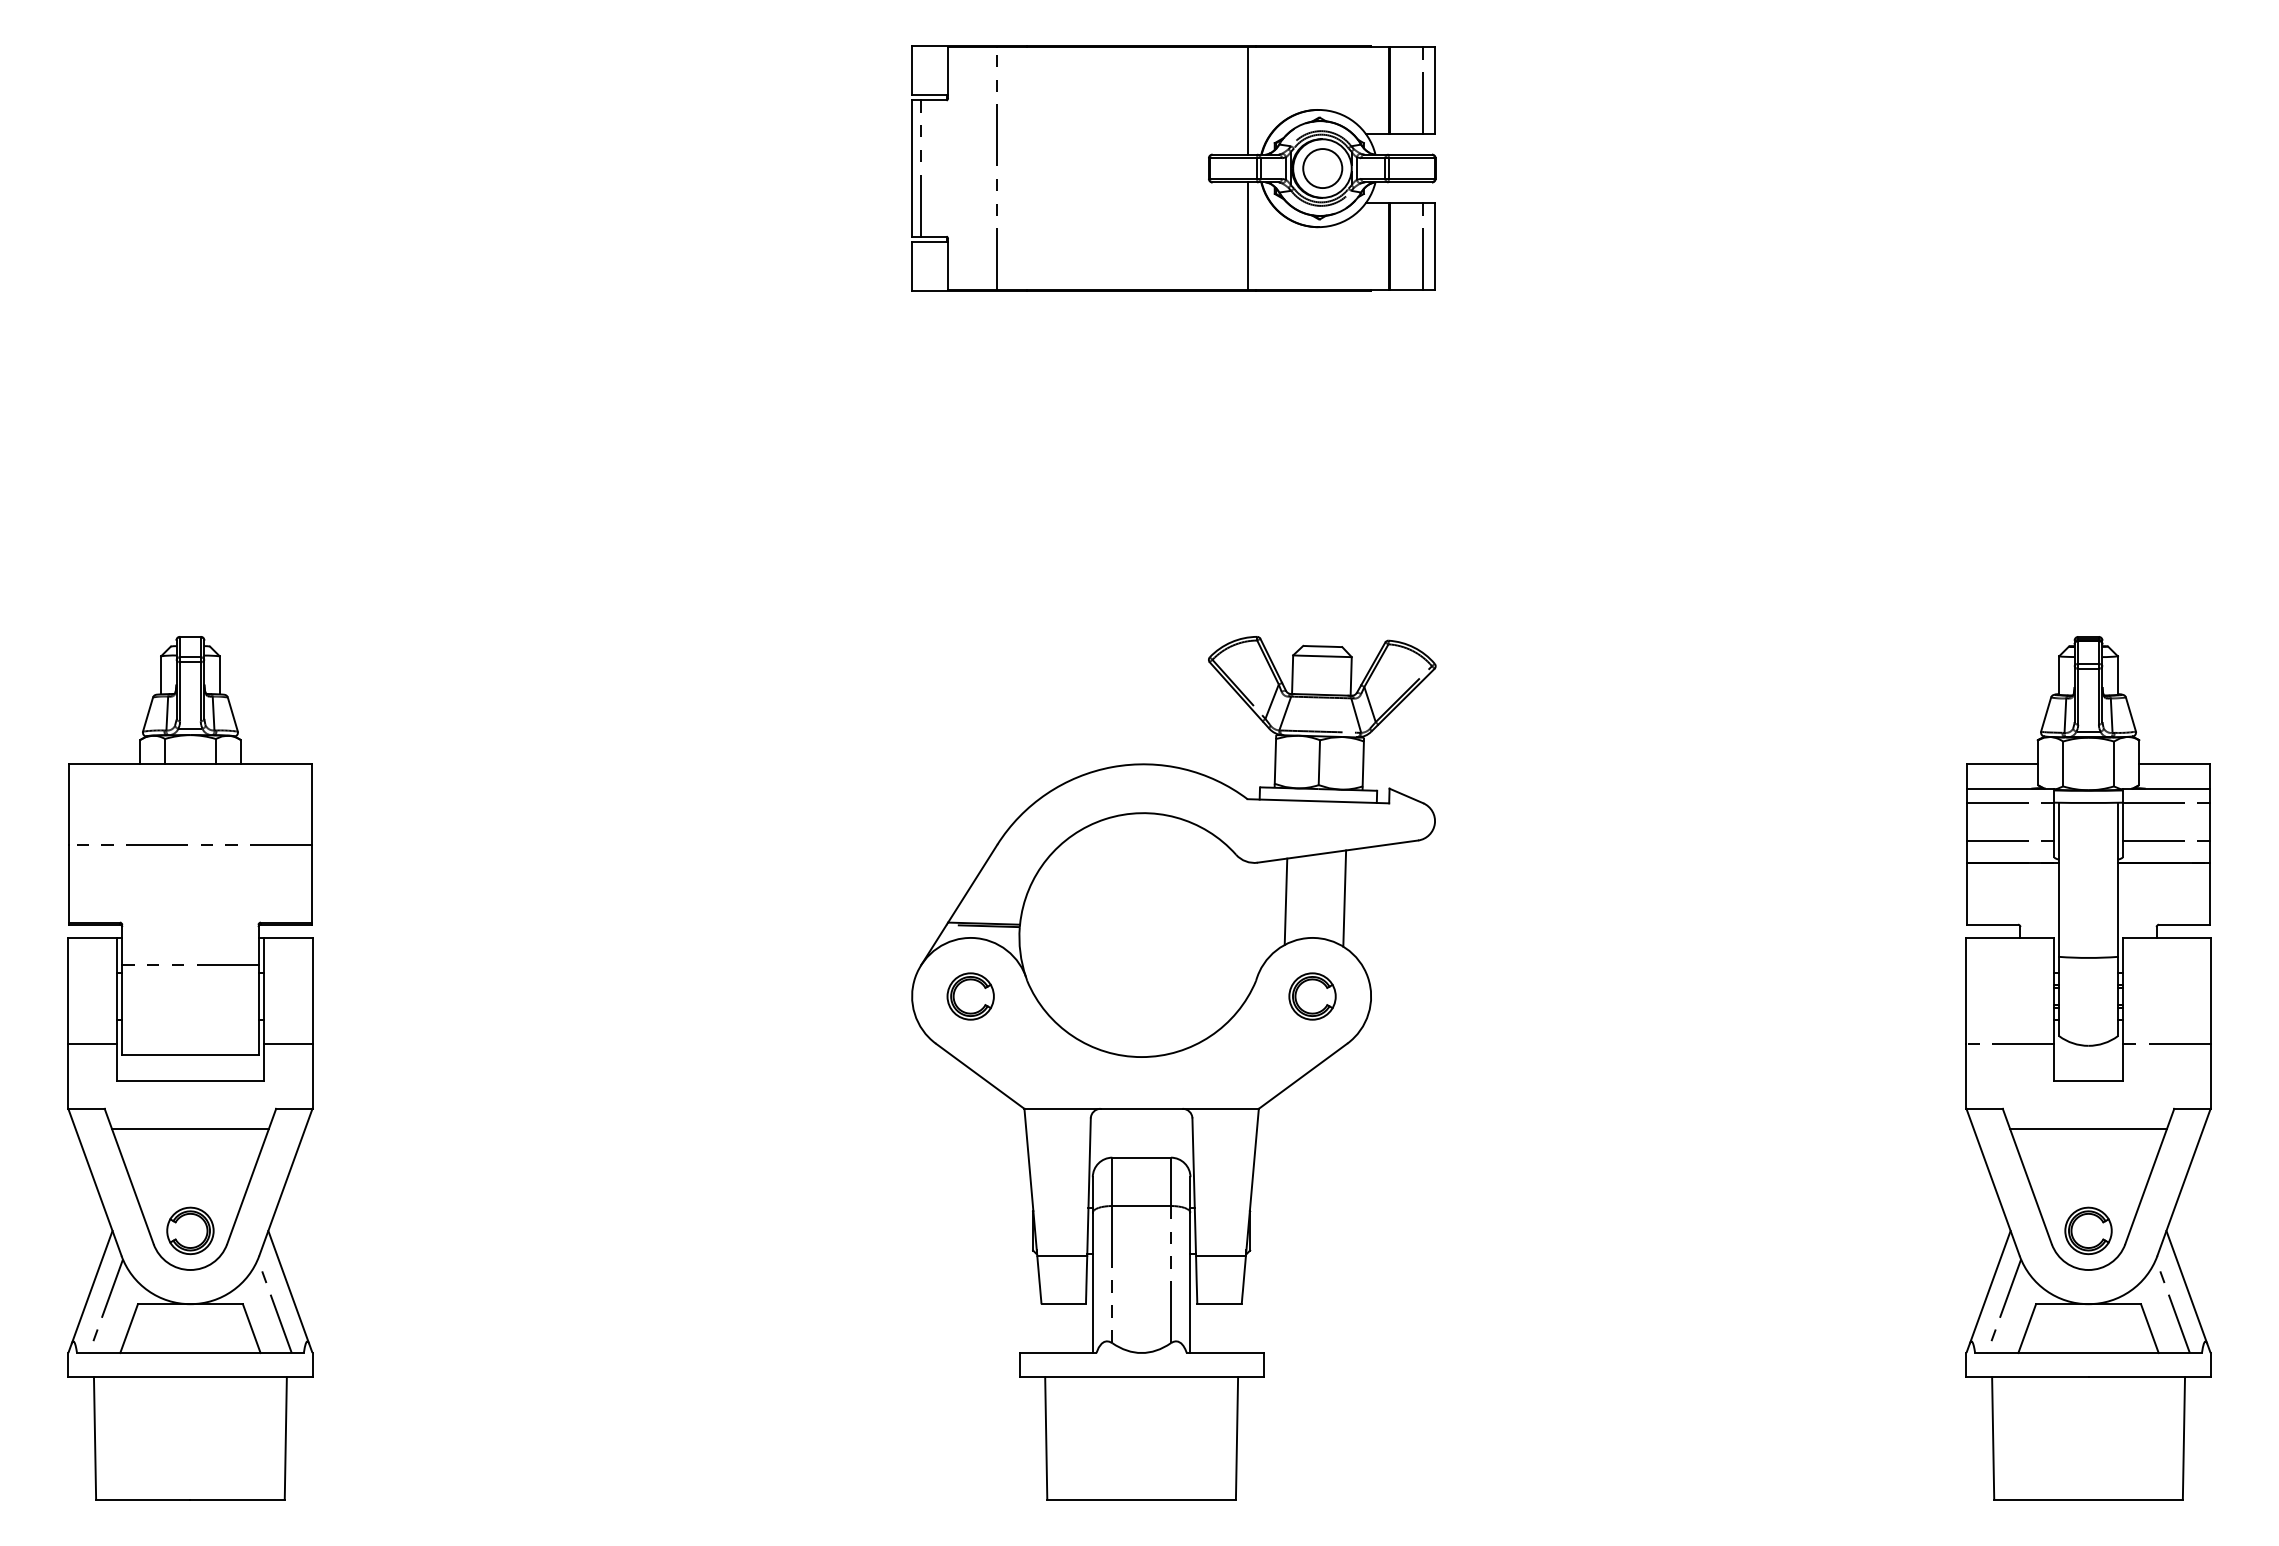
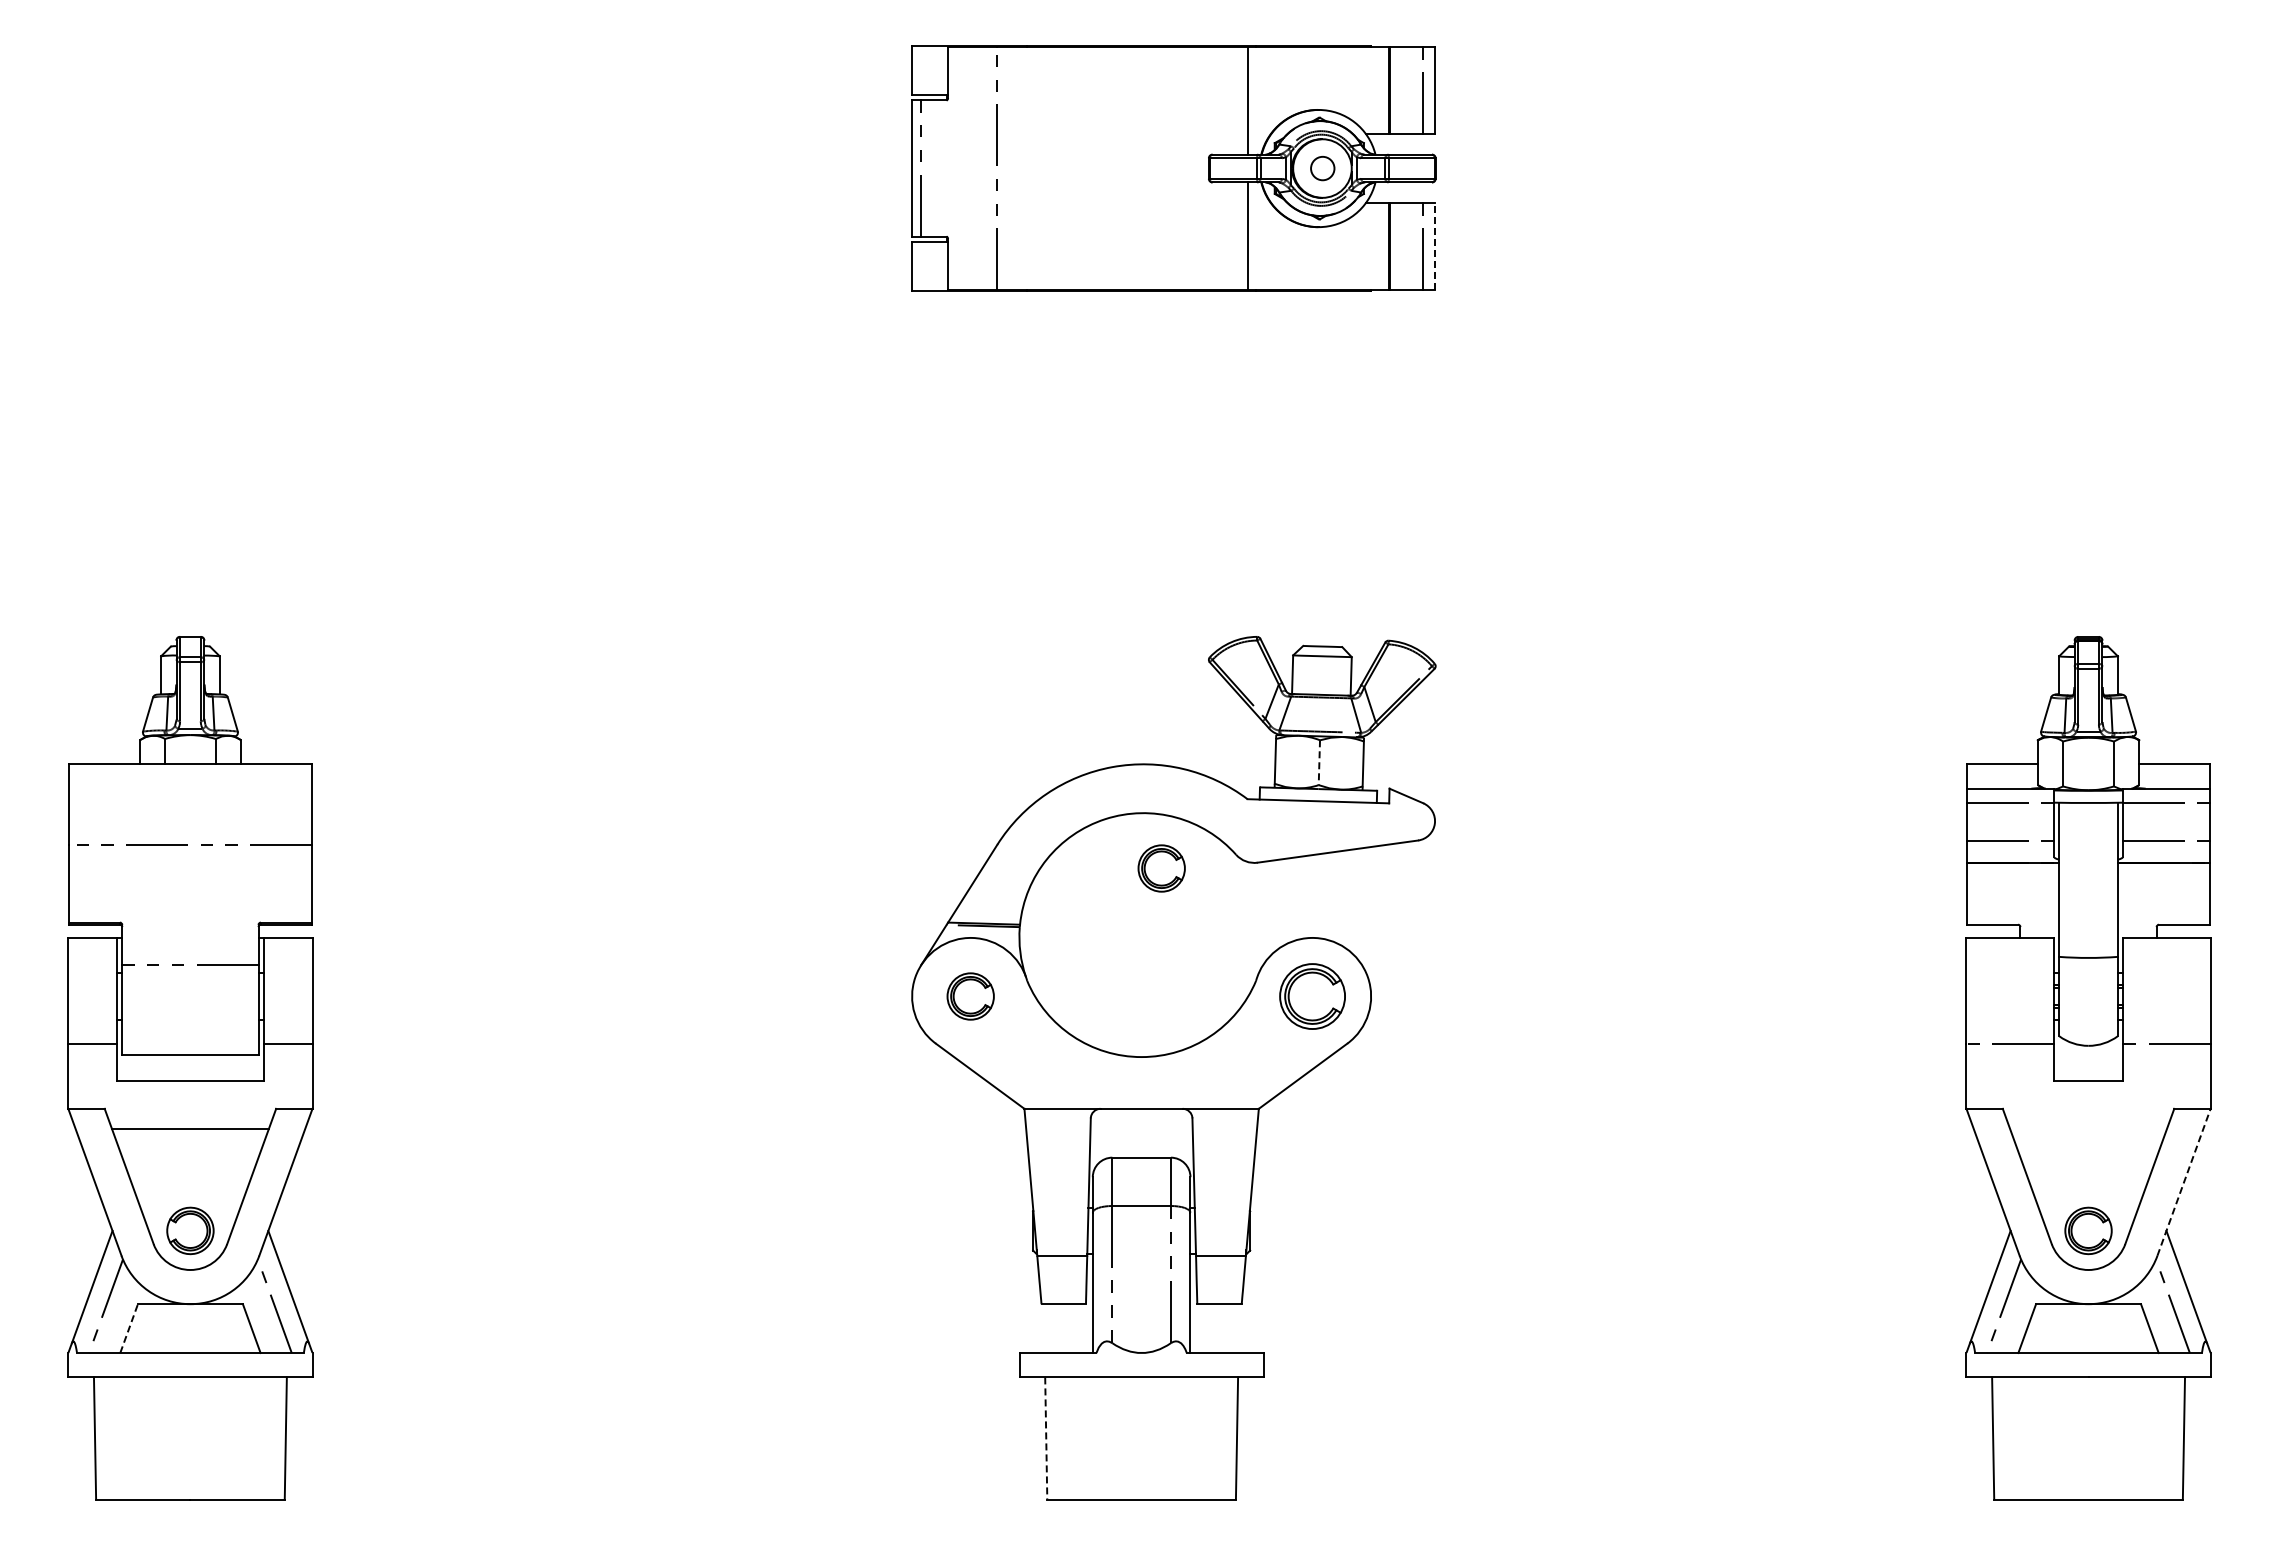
circle at (1322, 168) diameter: 39 px -> 23 px
line at (1435, 246): solid -> dashed
line at (1319, 763): solid -> dashed
part at (1161, 868): none -> present
line at (1344, 898): present -> none
line at (1285, 901): present -> none
part at (1312, 996) size: 49x49 px -> 67x67 px
line at (2088, 1128): present -> none
line at (2184, 1181): solid -> dashed
line at (129, 1328): solid -> dashed
line at (1046, 1438): solid -> dashed
